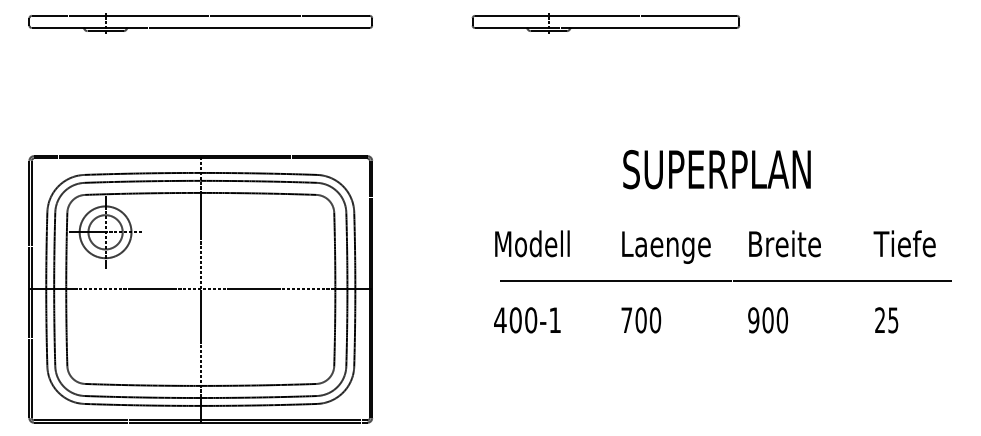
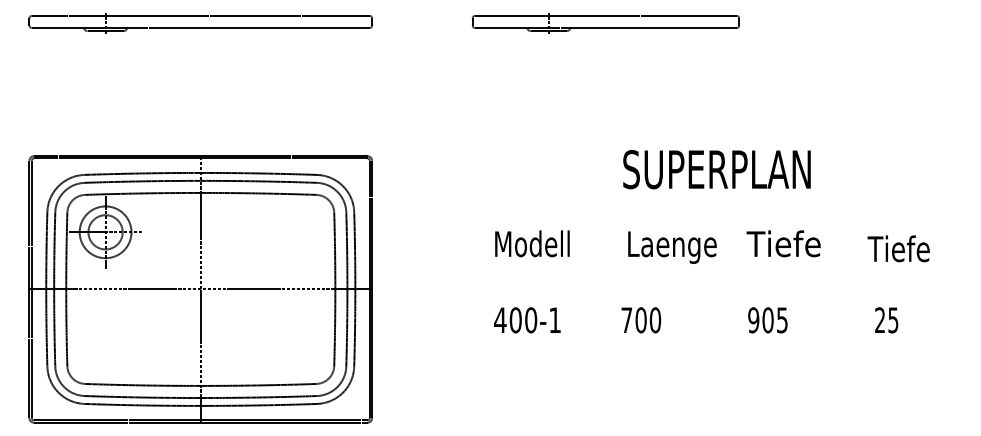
text at (783, 243): Breite -> Tiefe
text at (904, 243) position: (904, 243) -> (898, 248)
text at (666, 247) position: (666, 247) -> (672, 247)
line at (725, 281): present -> none
text at (782, 320): 900 -> 905
